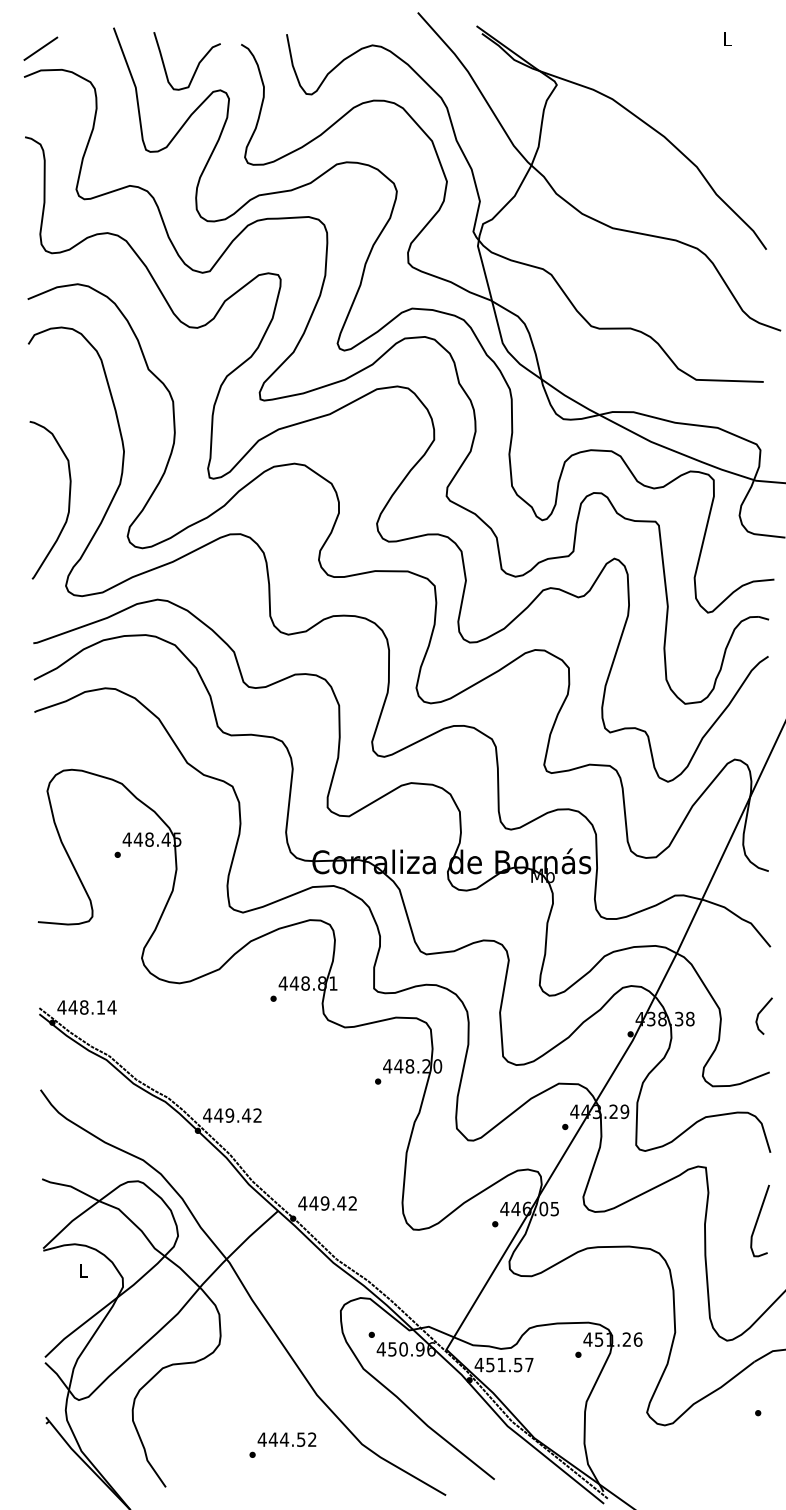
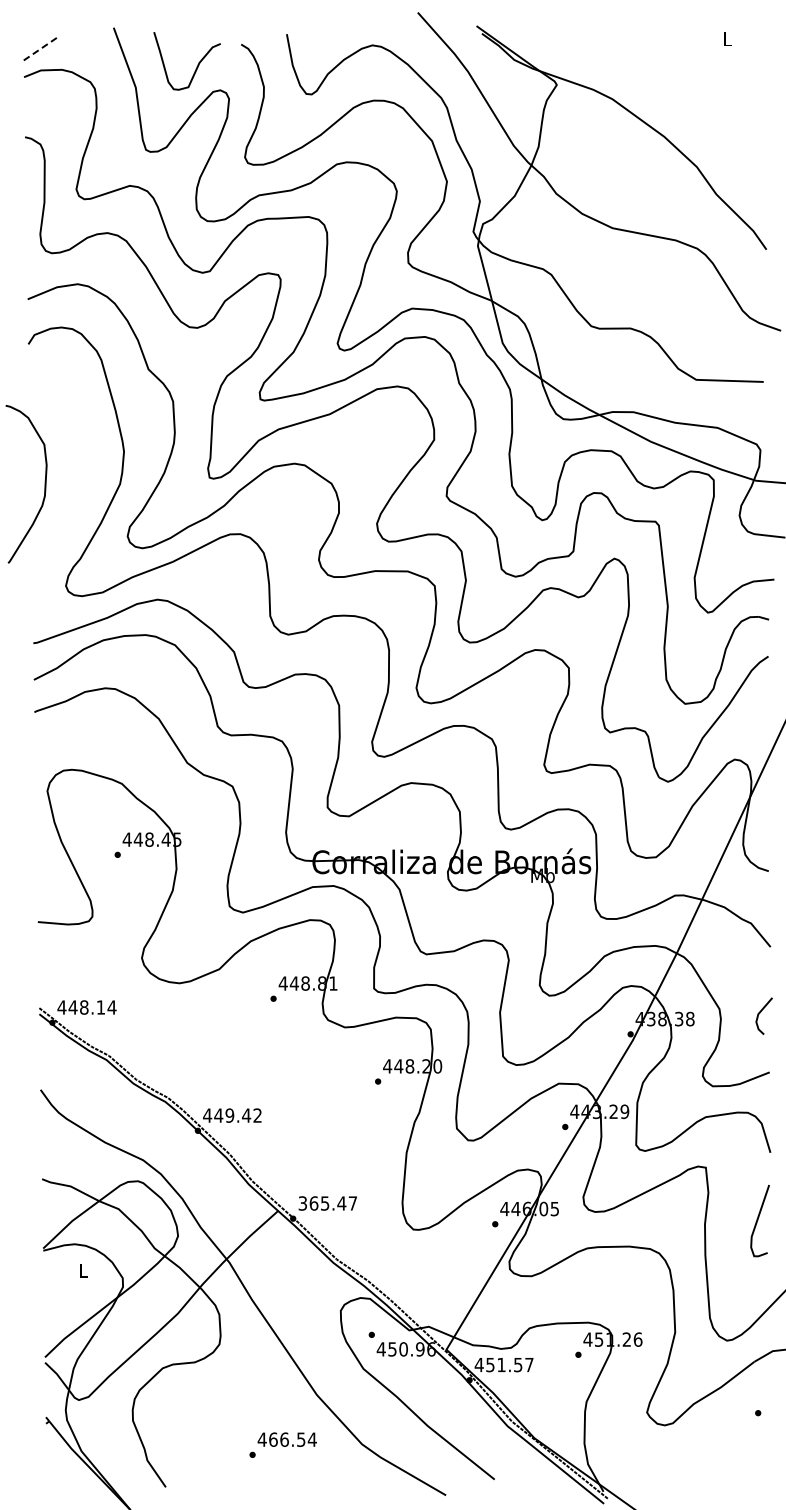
line at (40, 48): solid -> dashed
curve at (68, 500) position: (68, 500) -> (44, 484)
text at (327, 1203): 449.42 -> 365.47
text at (292, 1439): 444.52 -> 466.54
